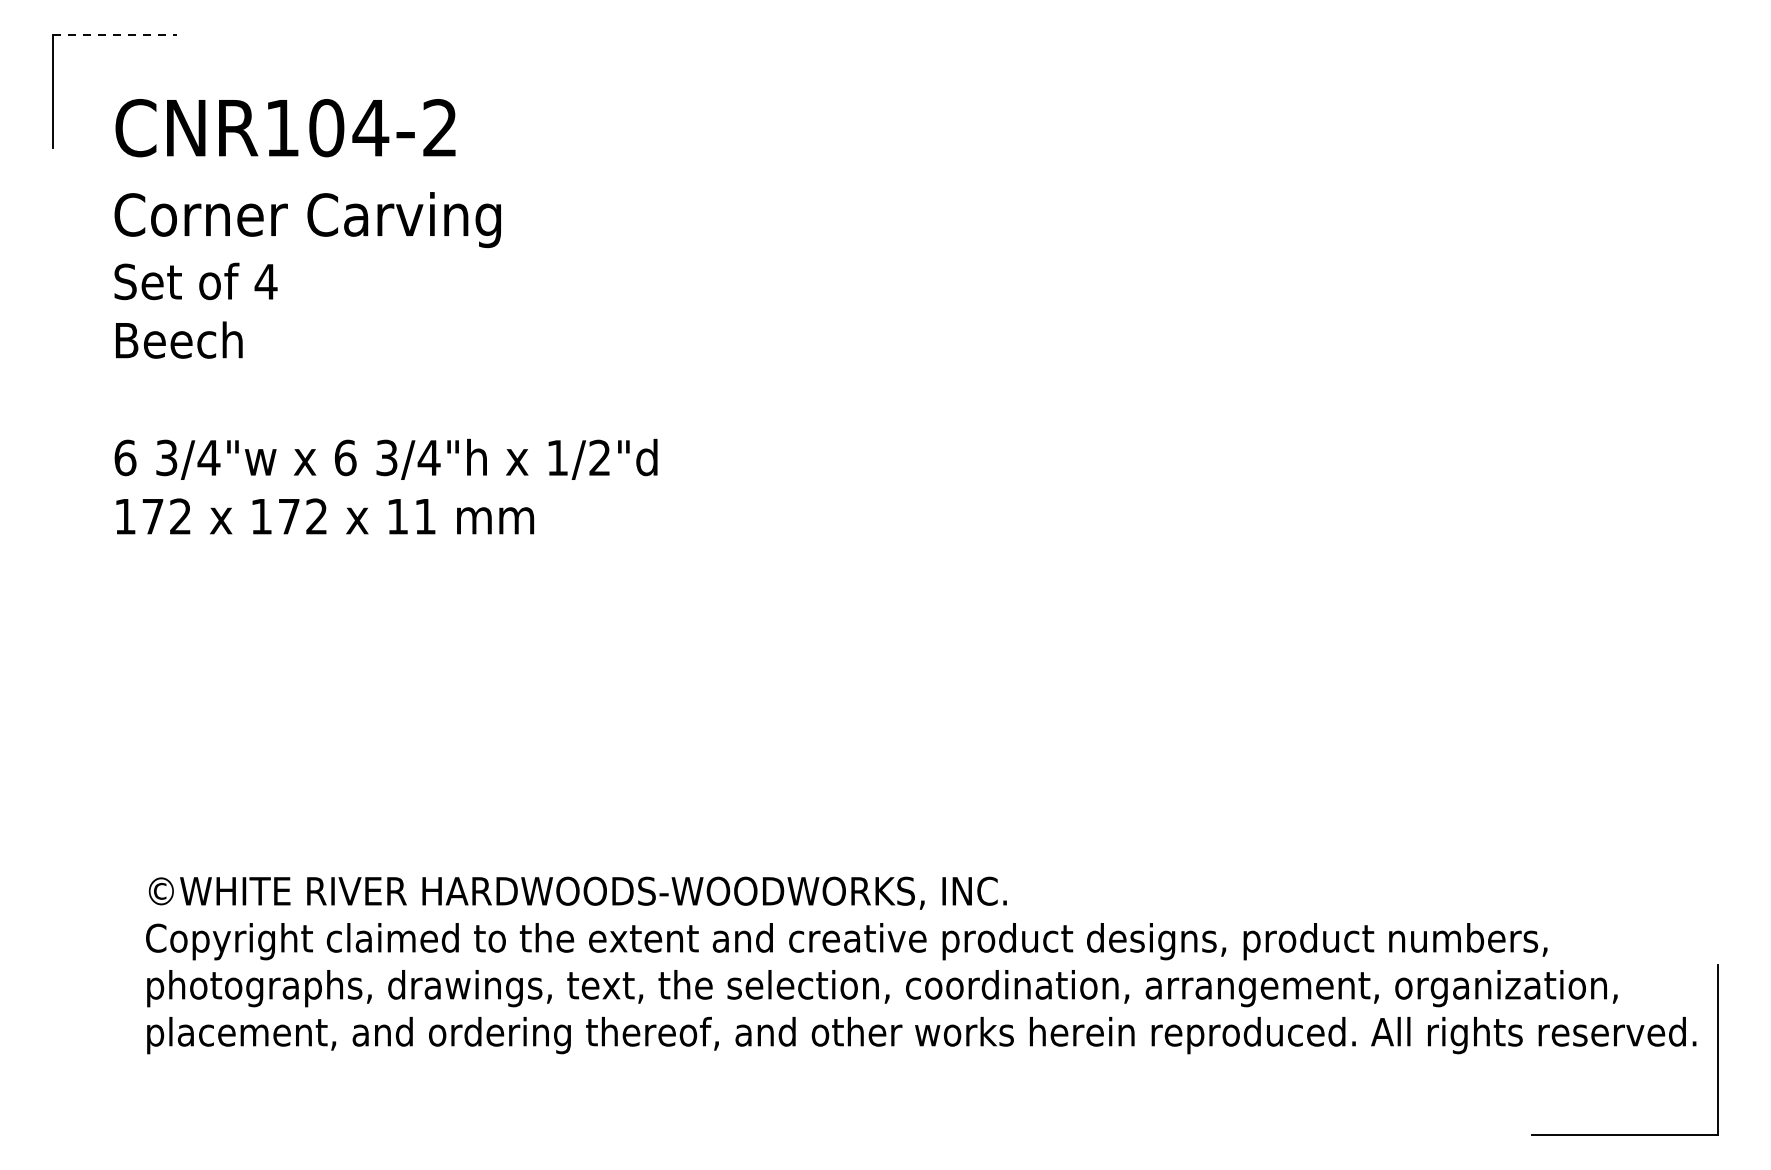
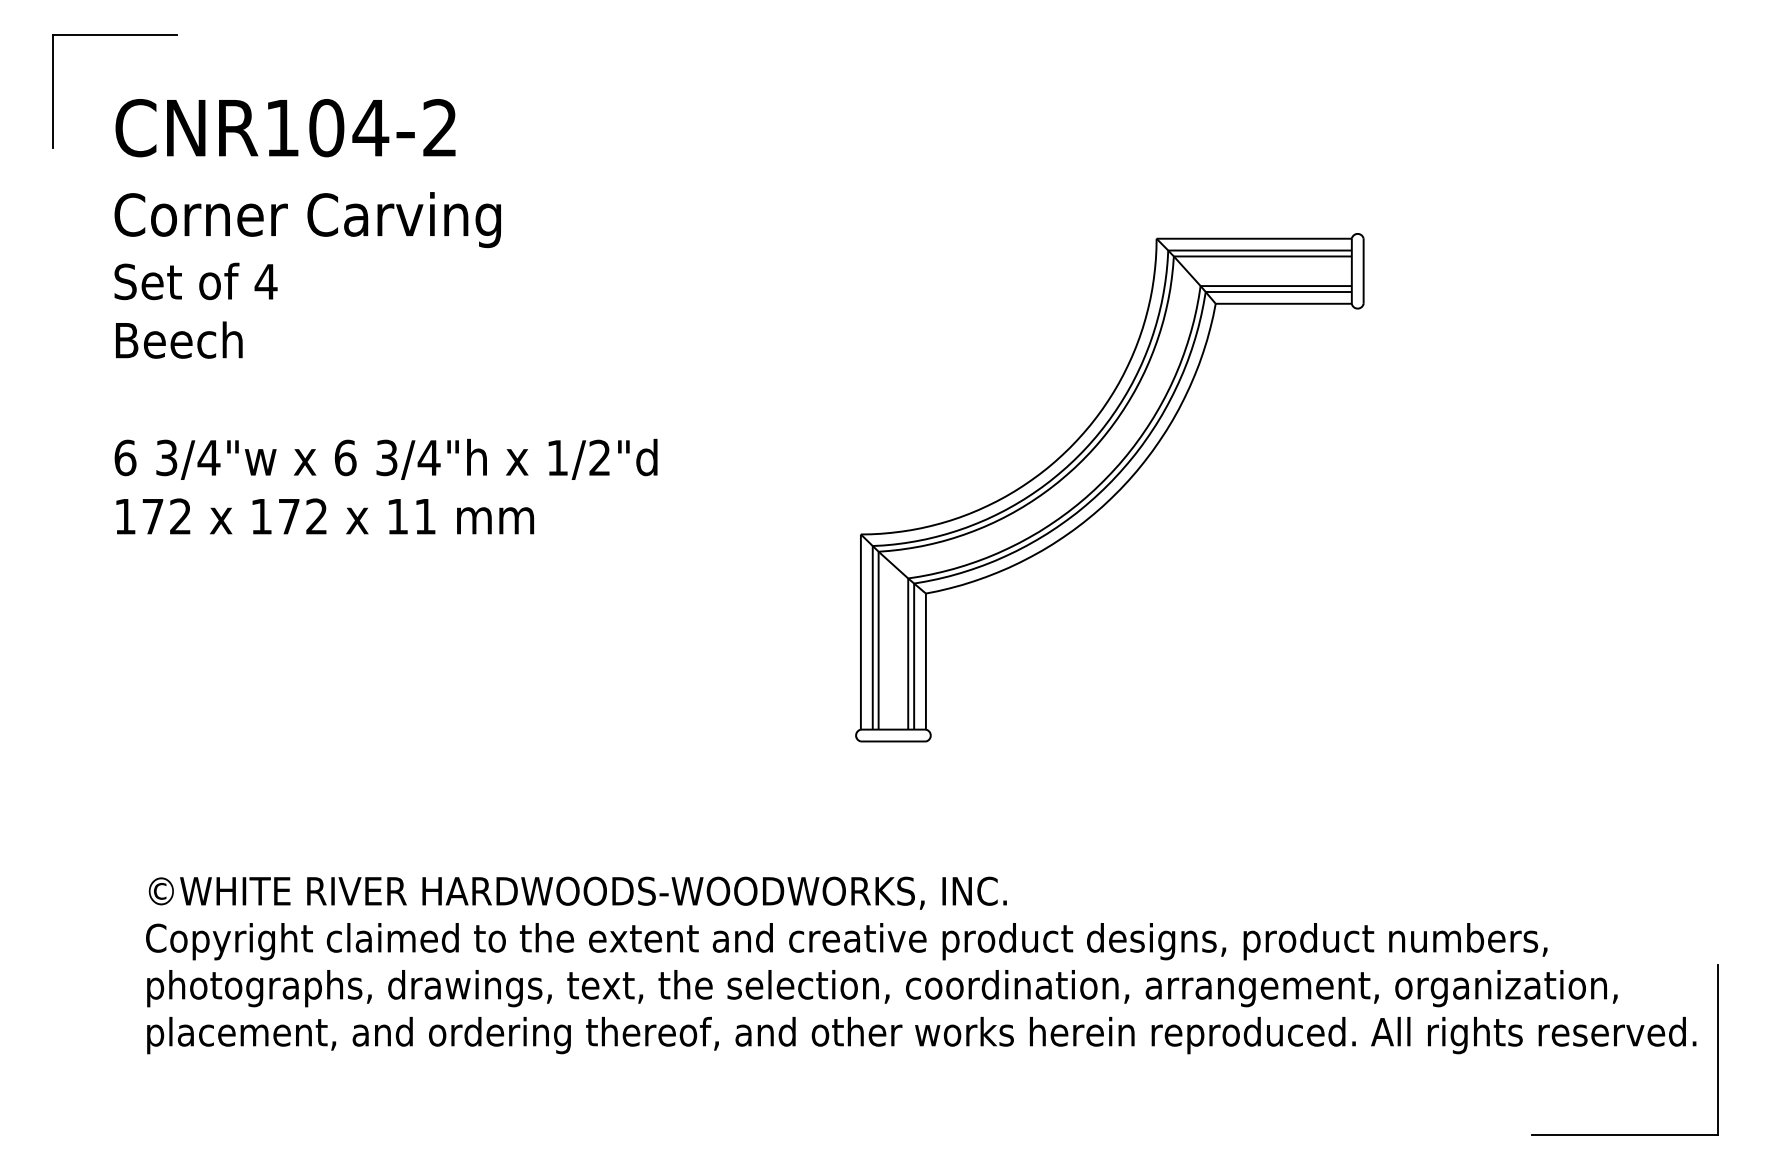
line at (115, 35): dashed -> solid
part at (1109, 487): none -> present
